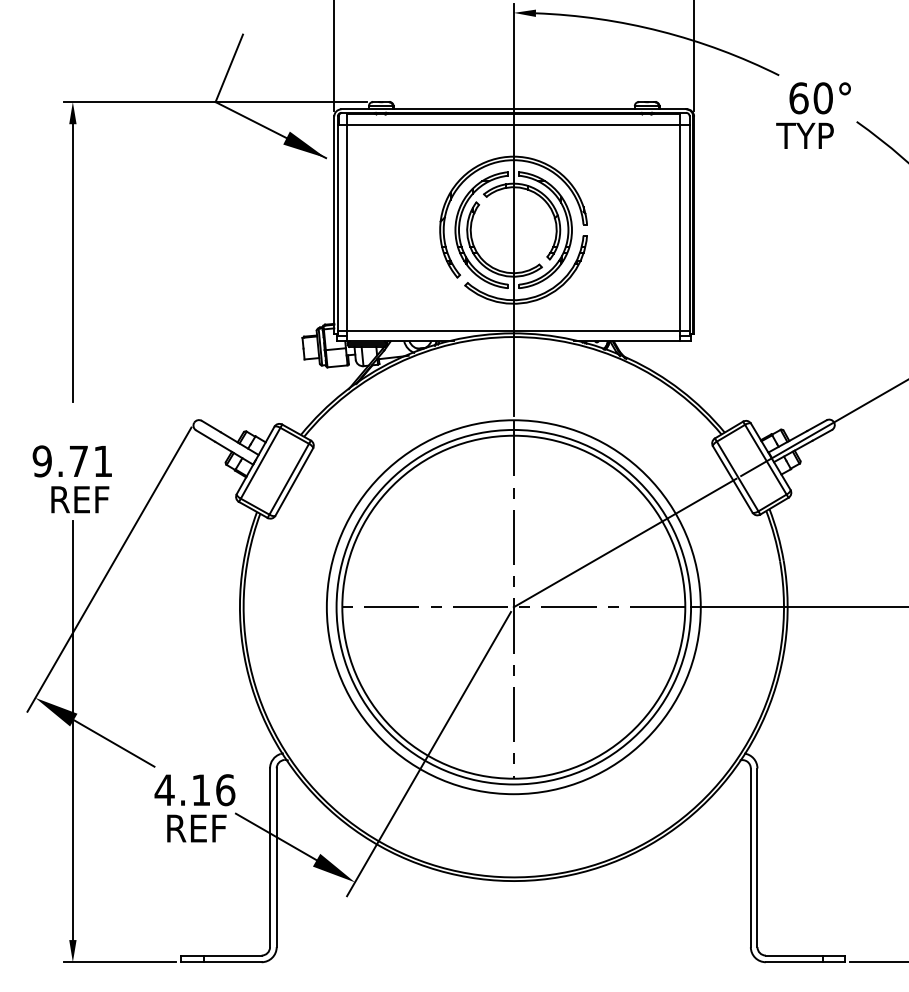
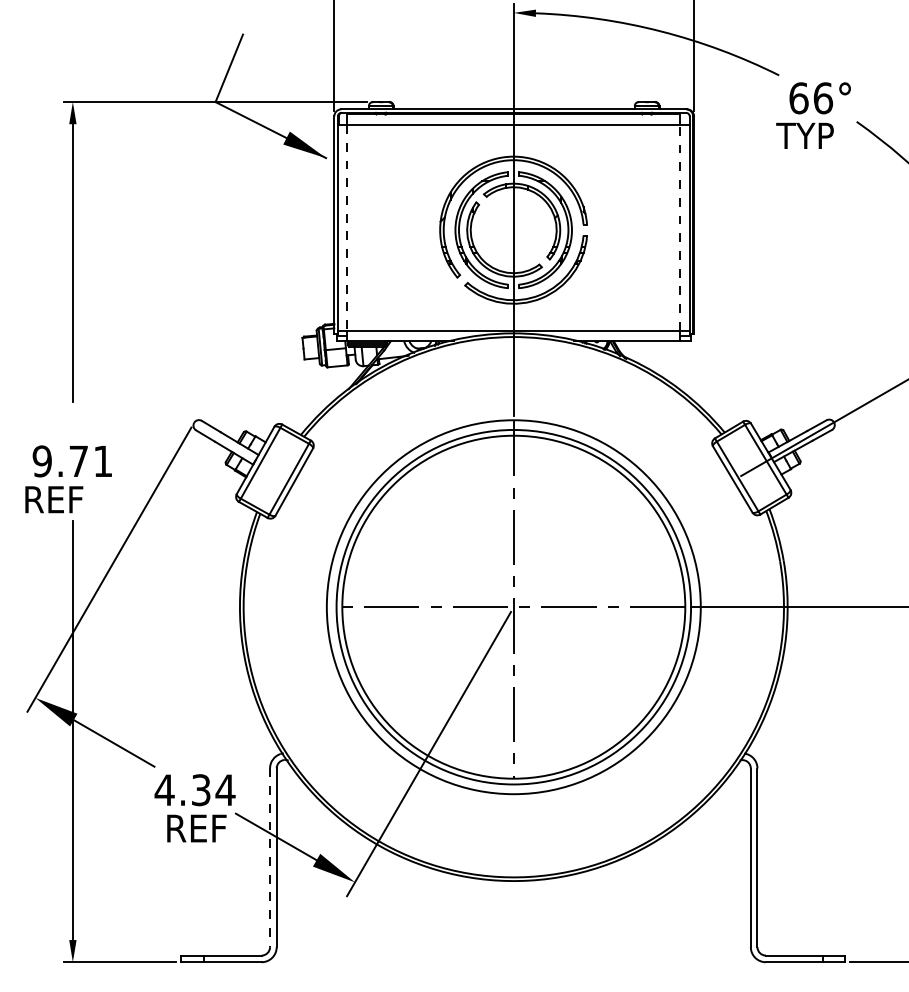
text at (823, 98): 60° -> 66°
line at (347, 227): solid -> dashed
line at (680, 227): solid -> dashed
text at (80, 499) position: (80, 499) -> (54, 499)
line at (624, 542): present -> none
text at (213, 790): 4.16 -> 4.34
line at (270, 858): solid -> dashed
